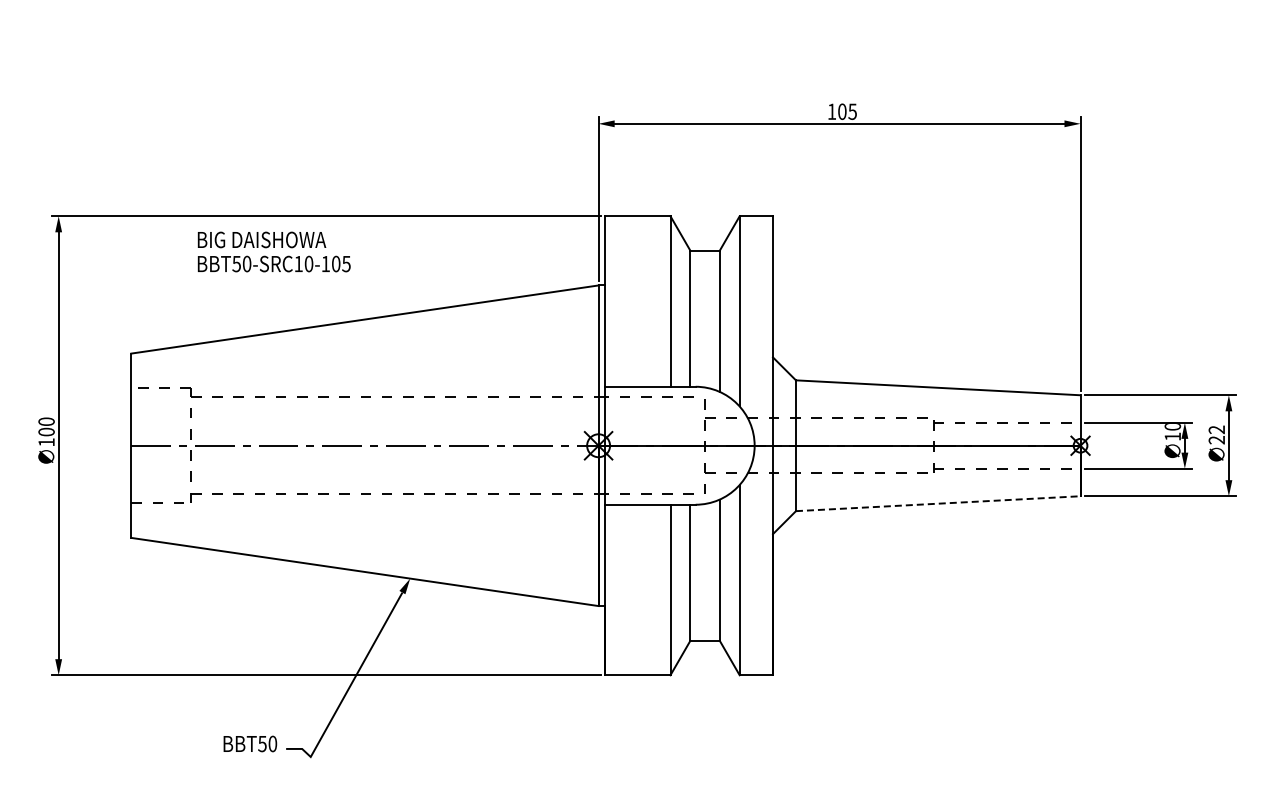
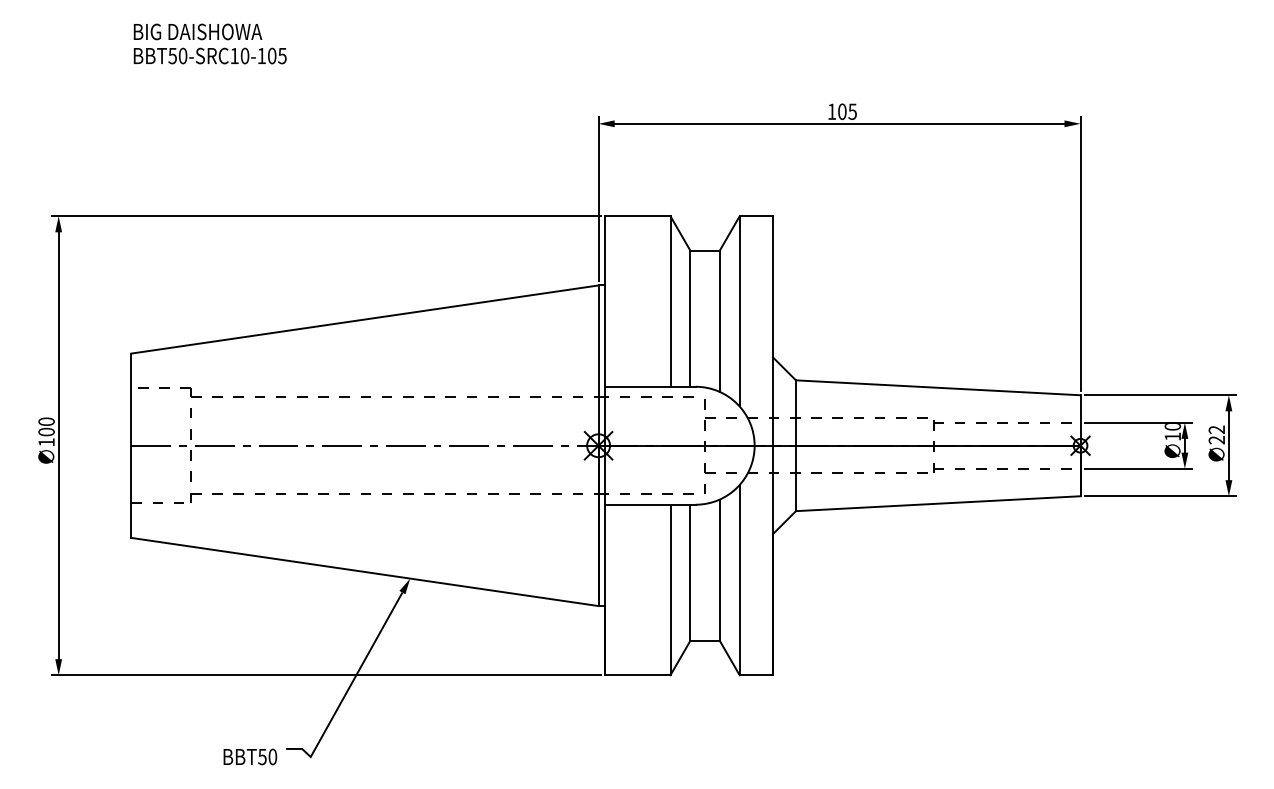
text at (273, 251) position: (273, 251) -> (209, 43)
line at (938, 503): dashed -> solid
text at (250, 743) position: (250, 743) -> (250, 756)
